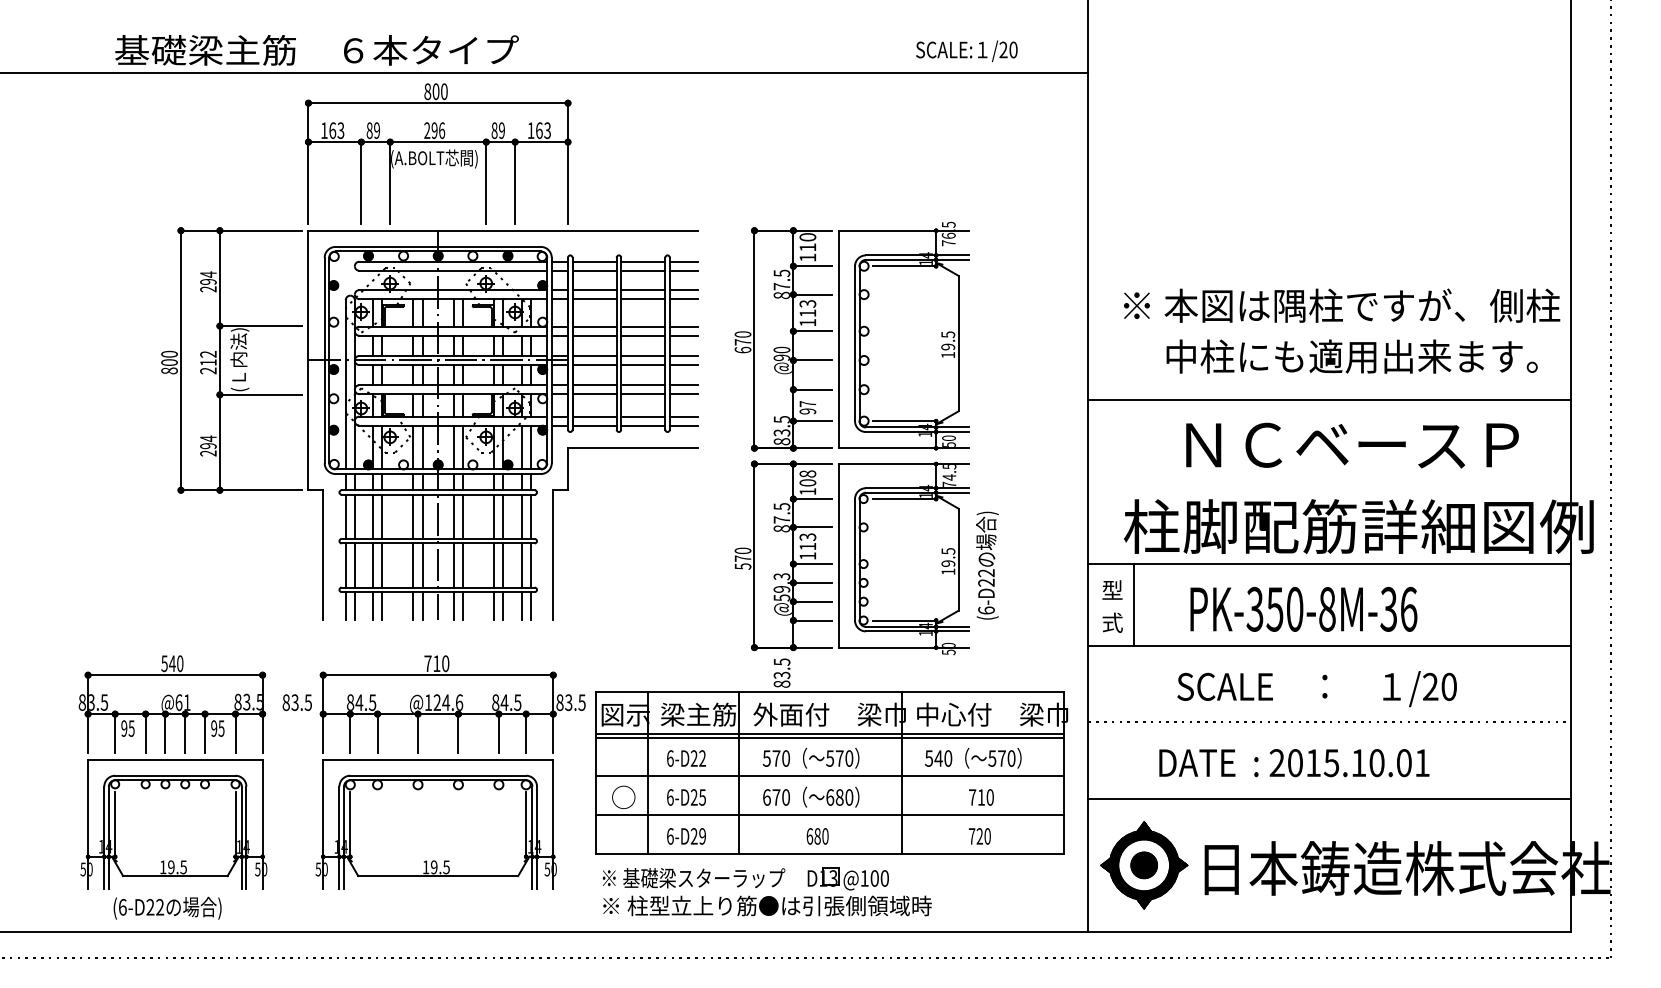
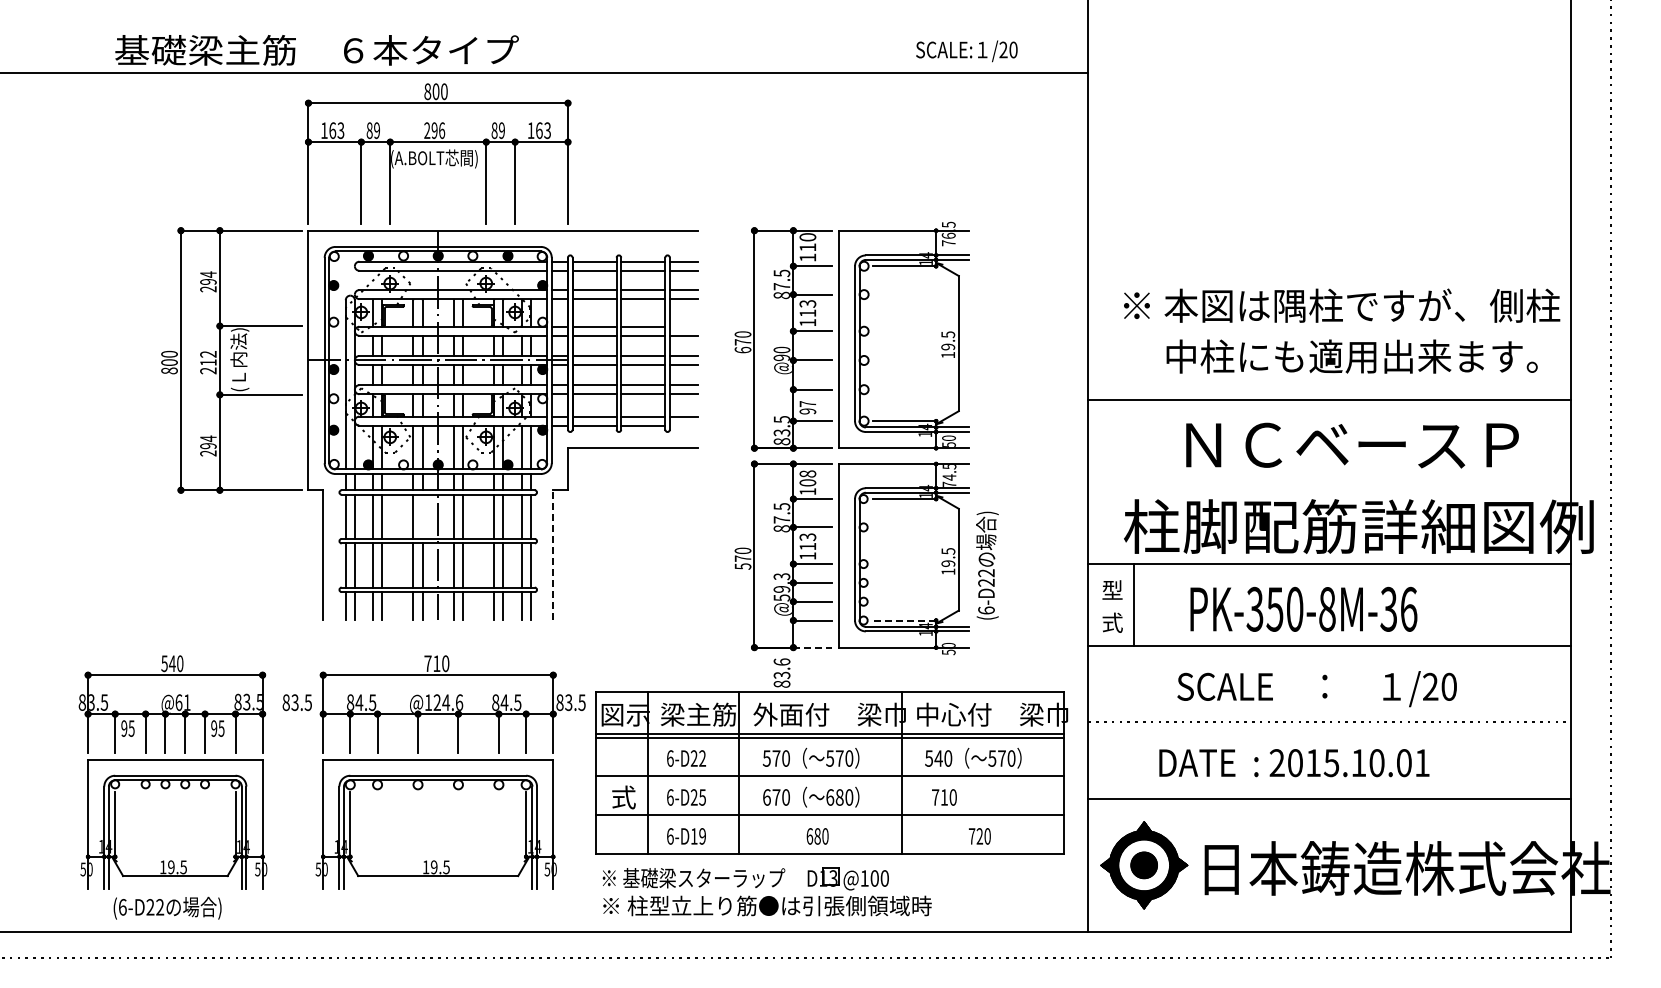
line at (683, 326): present -> none
line at (683, 425): present -> none
line at (422, 516): present -> none
line at (553, 555): solid -> dashed
line at (904, 620): solid -> dashed
line at (813, 647): solid -> dashed
text at (781, 661): 83.5 -> 83.6
text at (623, 797): ○ -> 式
text at (981, 797) position: (981, 797) -> (944, 797)
text at (693, 836): 6-D29 -> 6-D19
